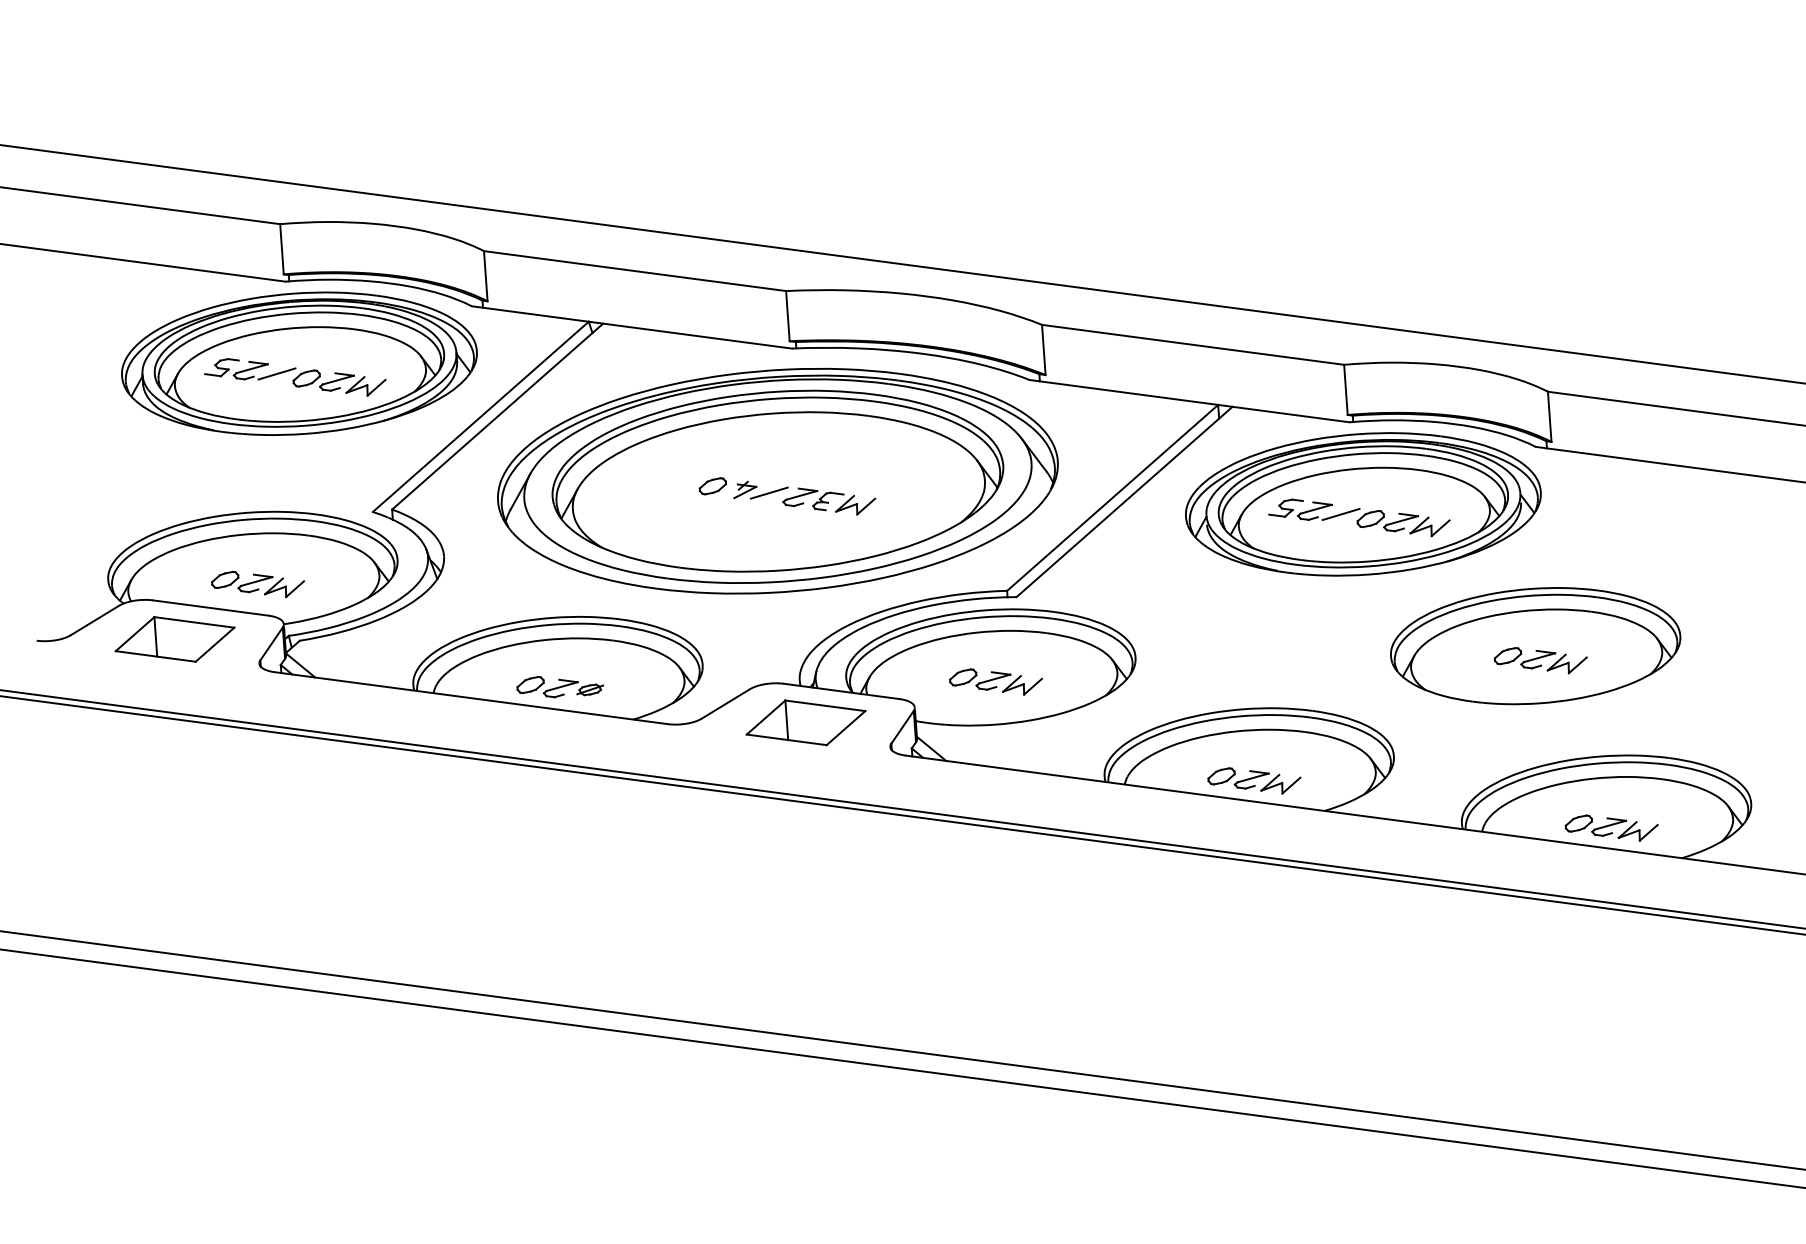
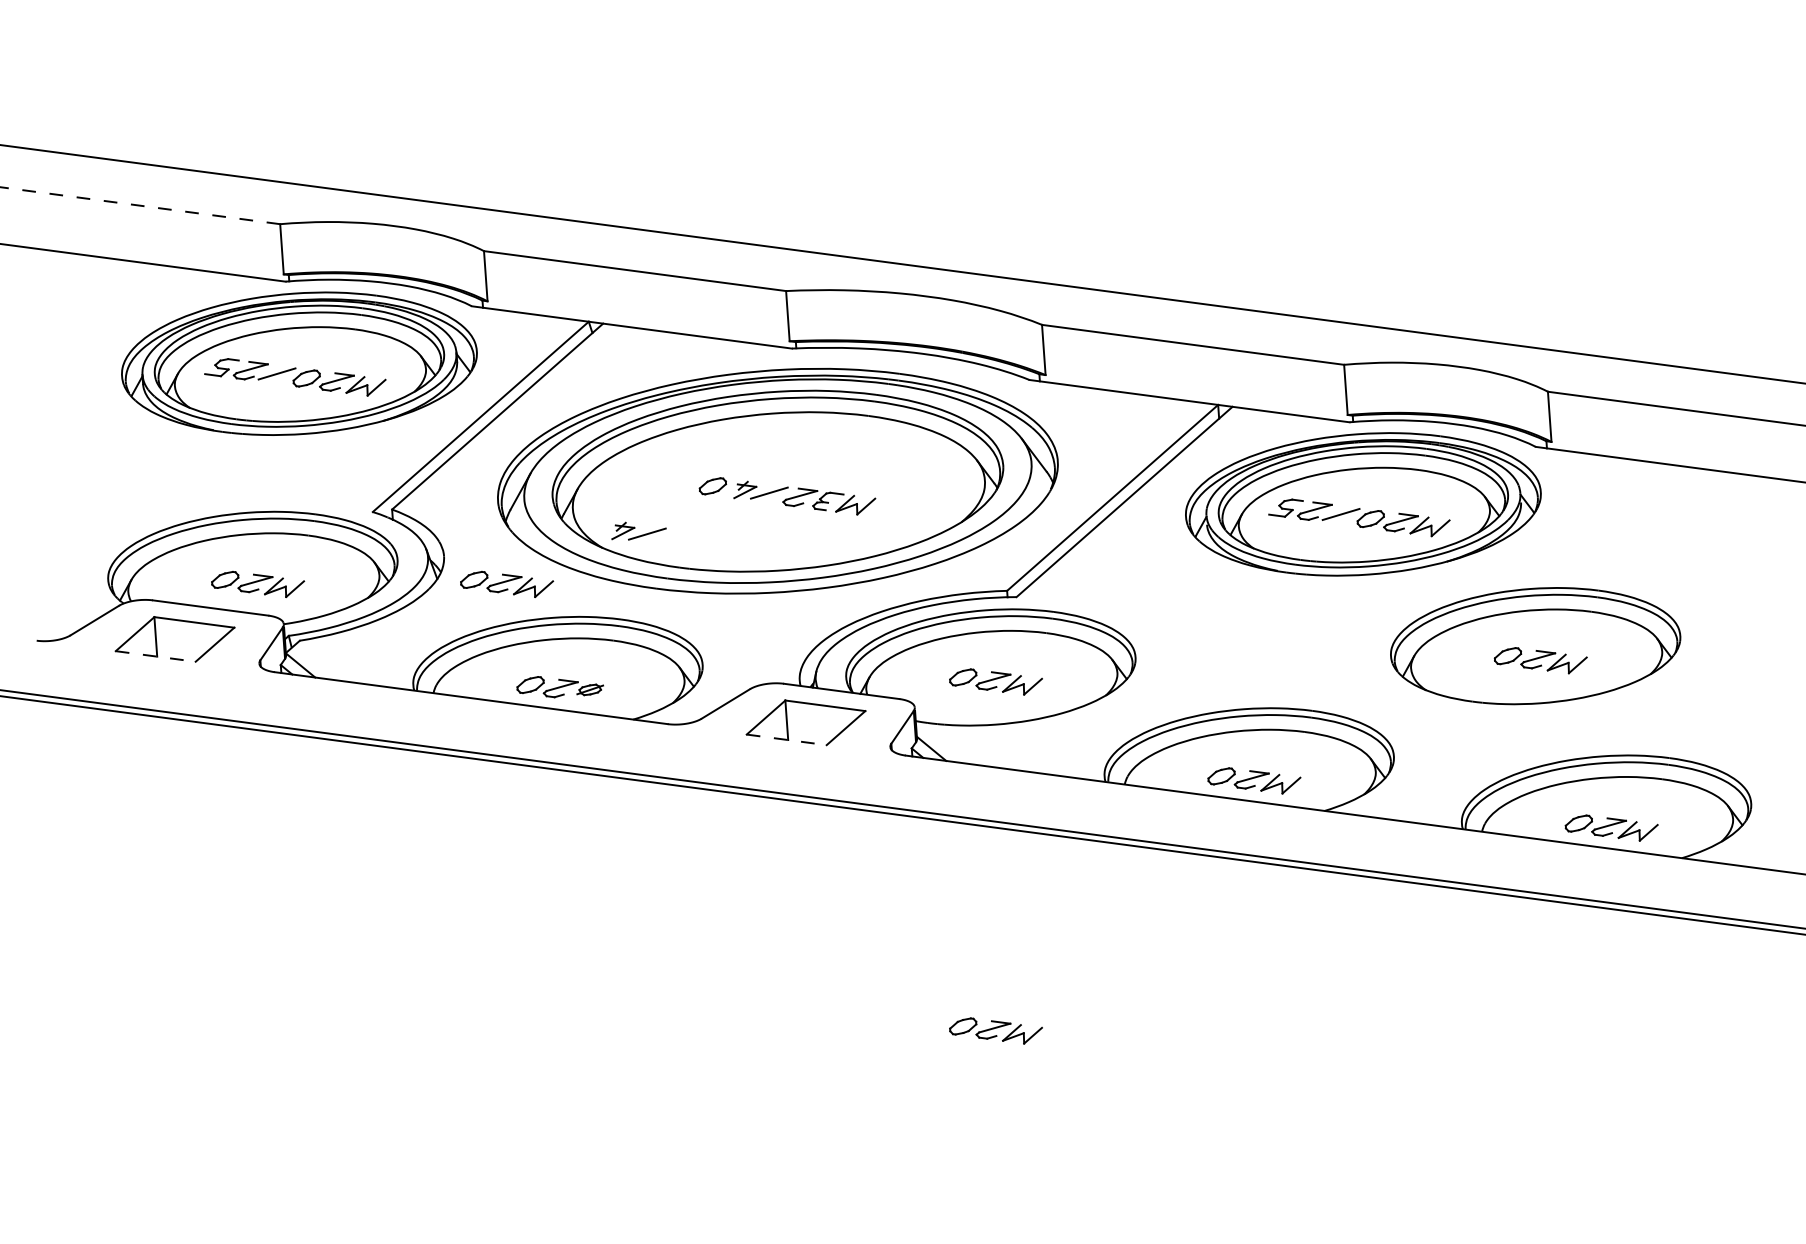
line at (140, 205): solid -> dashed
part at (638, 530): none -> present
part at (507, 583): none -> present
line at (156, 656): solid -> dashed
line at (787, 739): solid -> dashed
part at (995, 1030): none -> present
line at (902, 1050): present -> none
line at (902, 1068): present -> none
